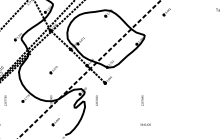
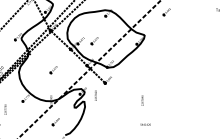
part at (94, 41): none -> present
text at (5, 100) position: (5, 100) -> (5, 109)
text at (96, 100) position: (96, 100) -> (95, 95)
